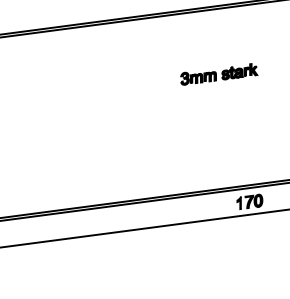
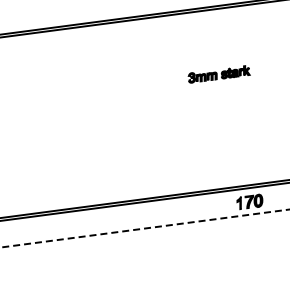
part at (219, 74) size: 79x23 px -> 64x19 px
line at (144, 228): solid -> dashed
